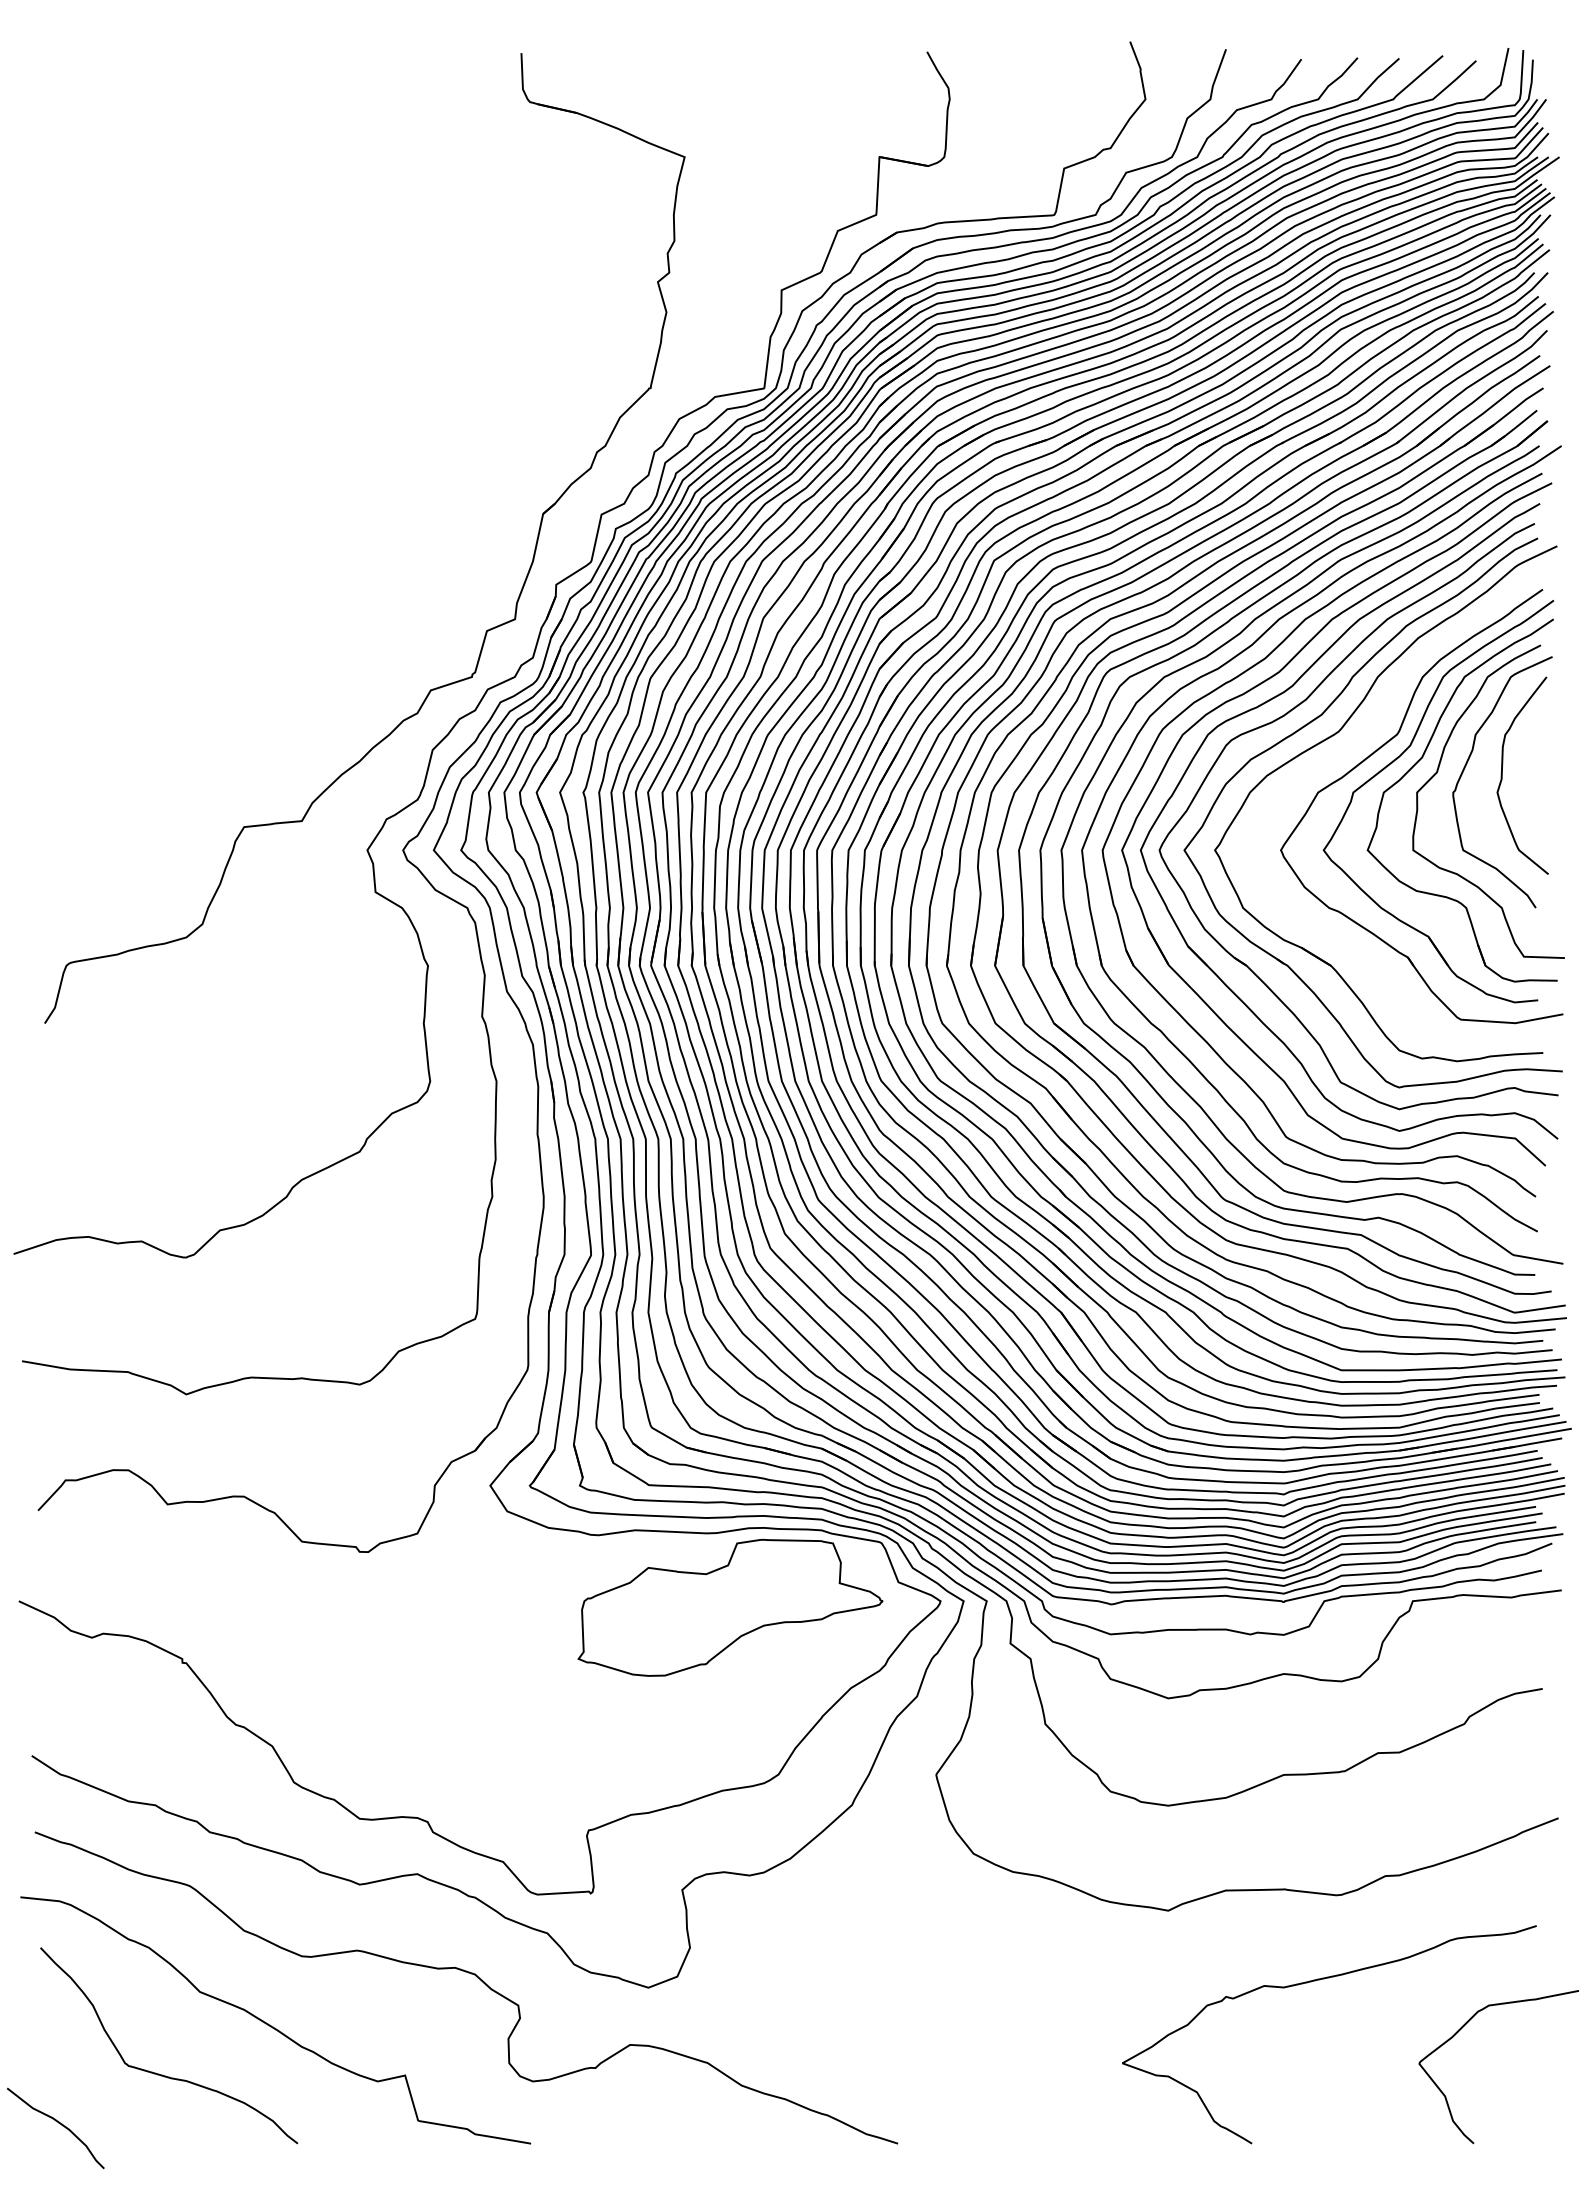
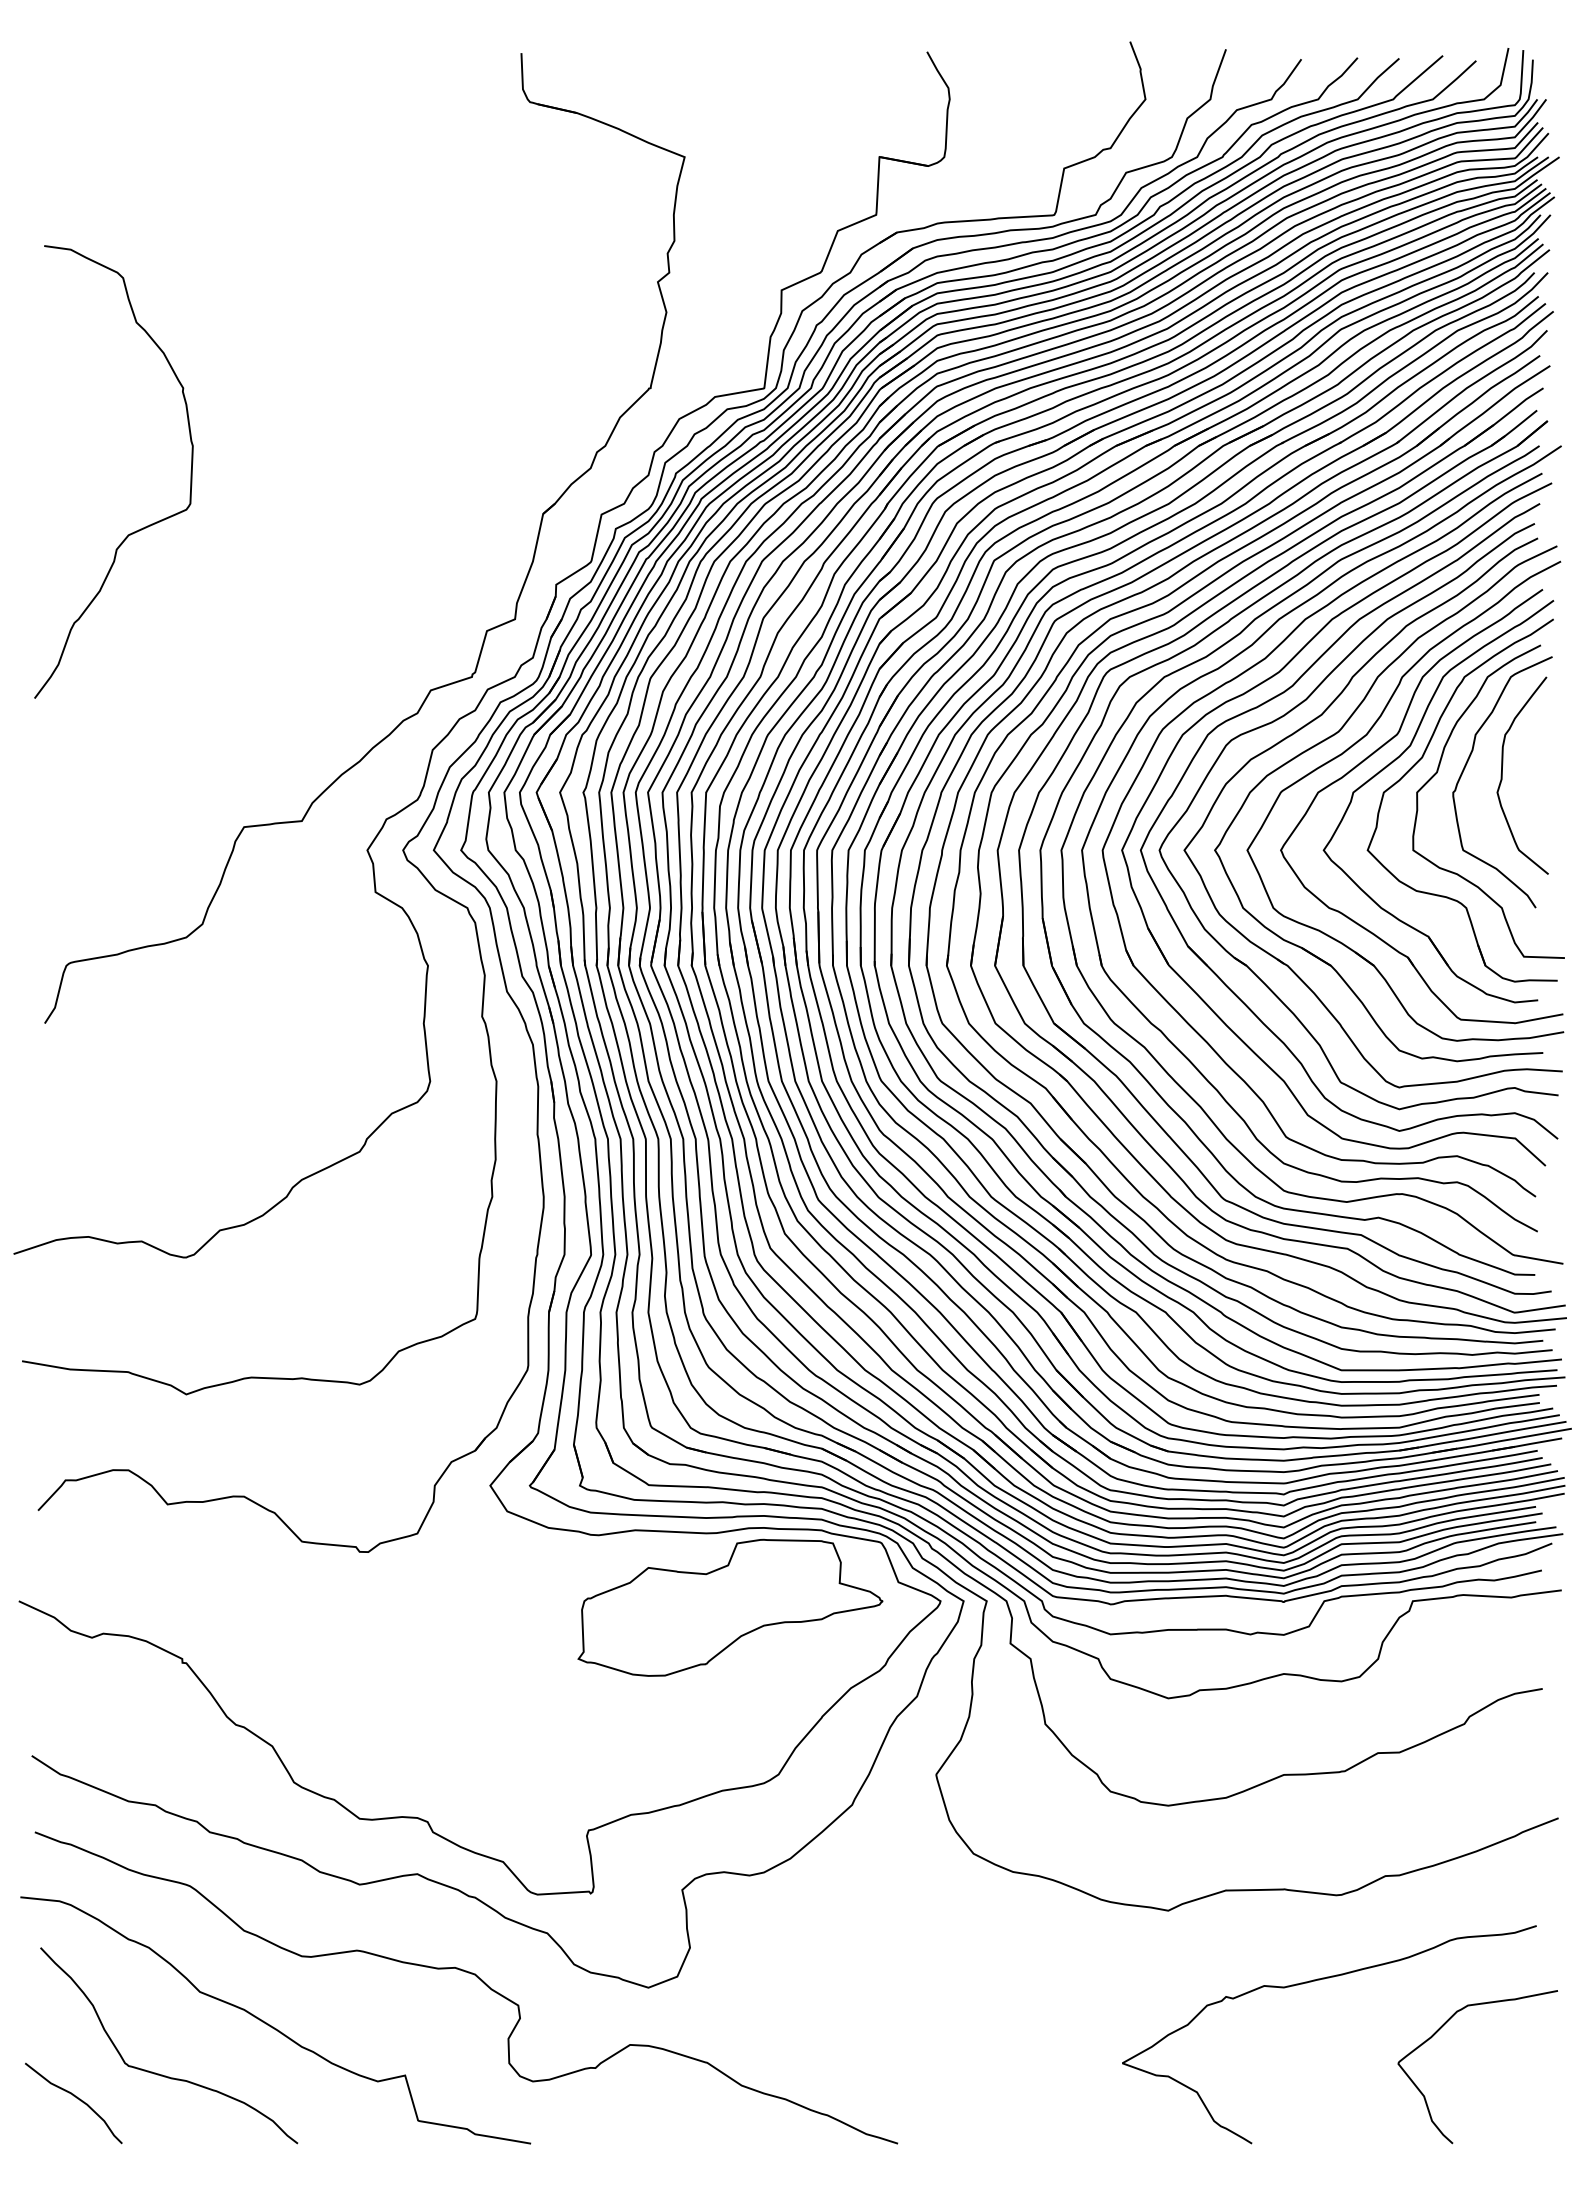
curve at (140, 528): none -> present
part at (1357, 743): none -> present
curve at (1461, 2029) position: (1461, 2029) -> (1440, 2029)
curve at (59, 2124) position: (59, 2124) -> (77, 2099)
